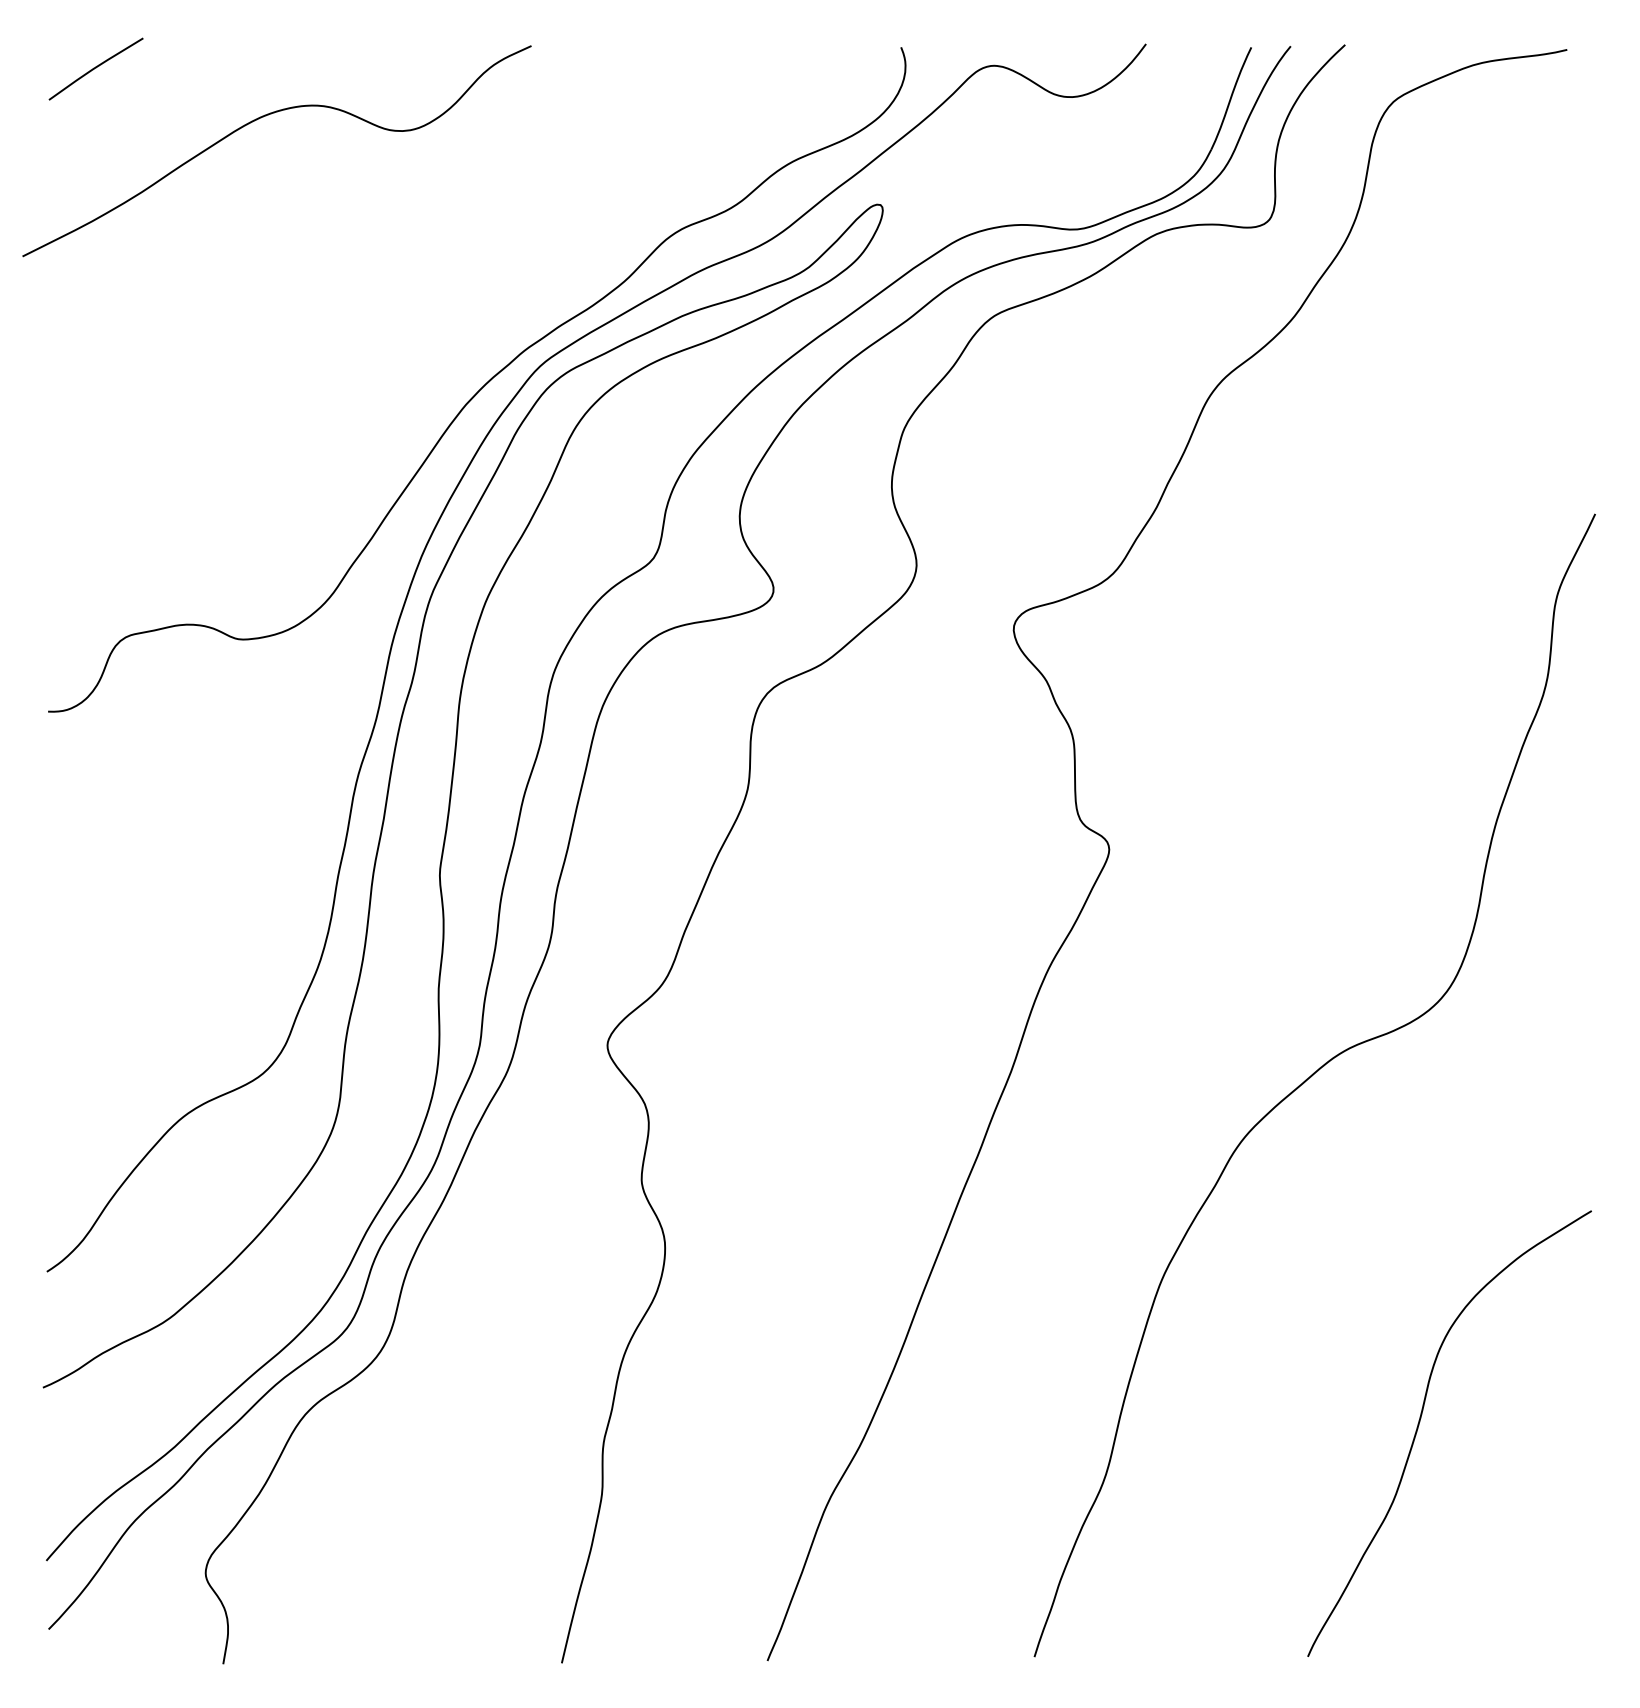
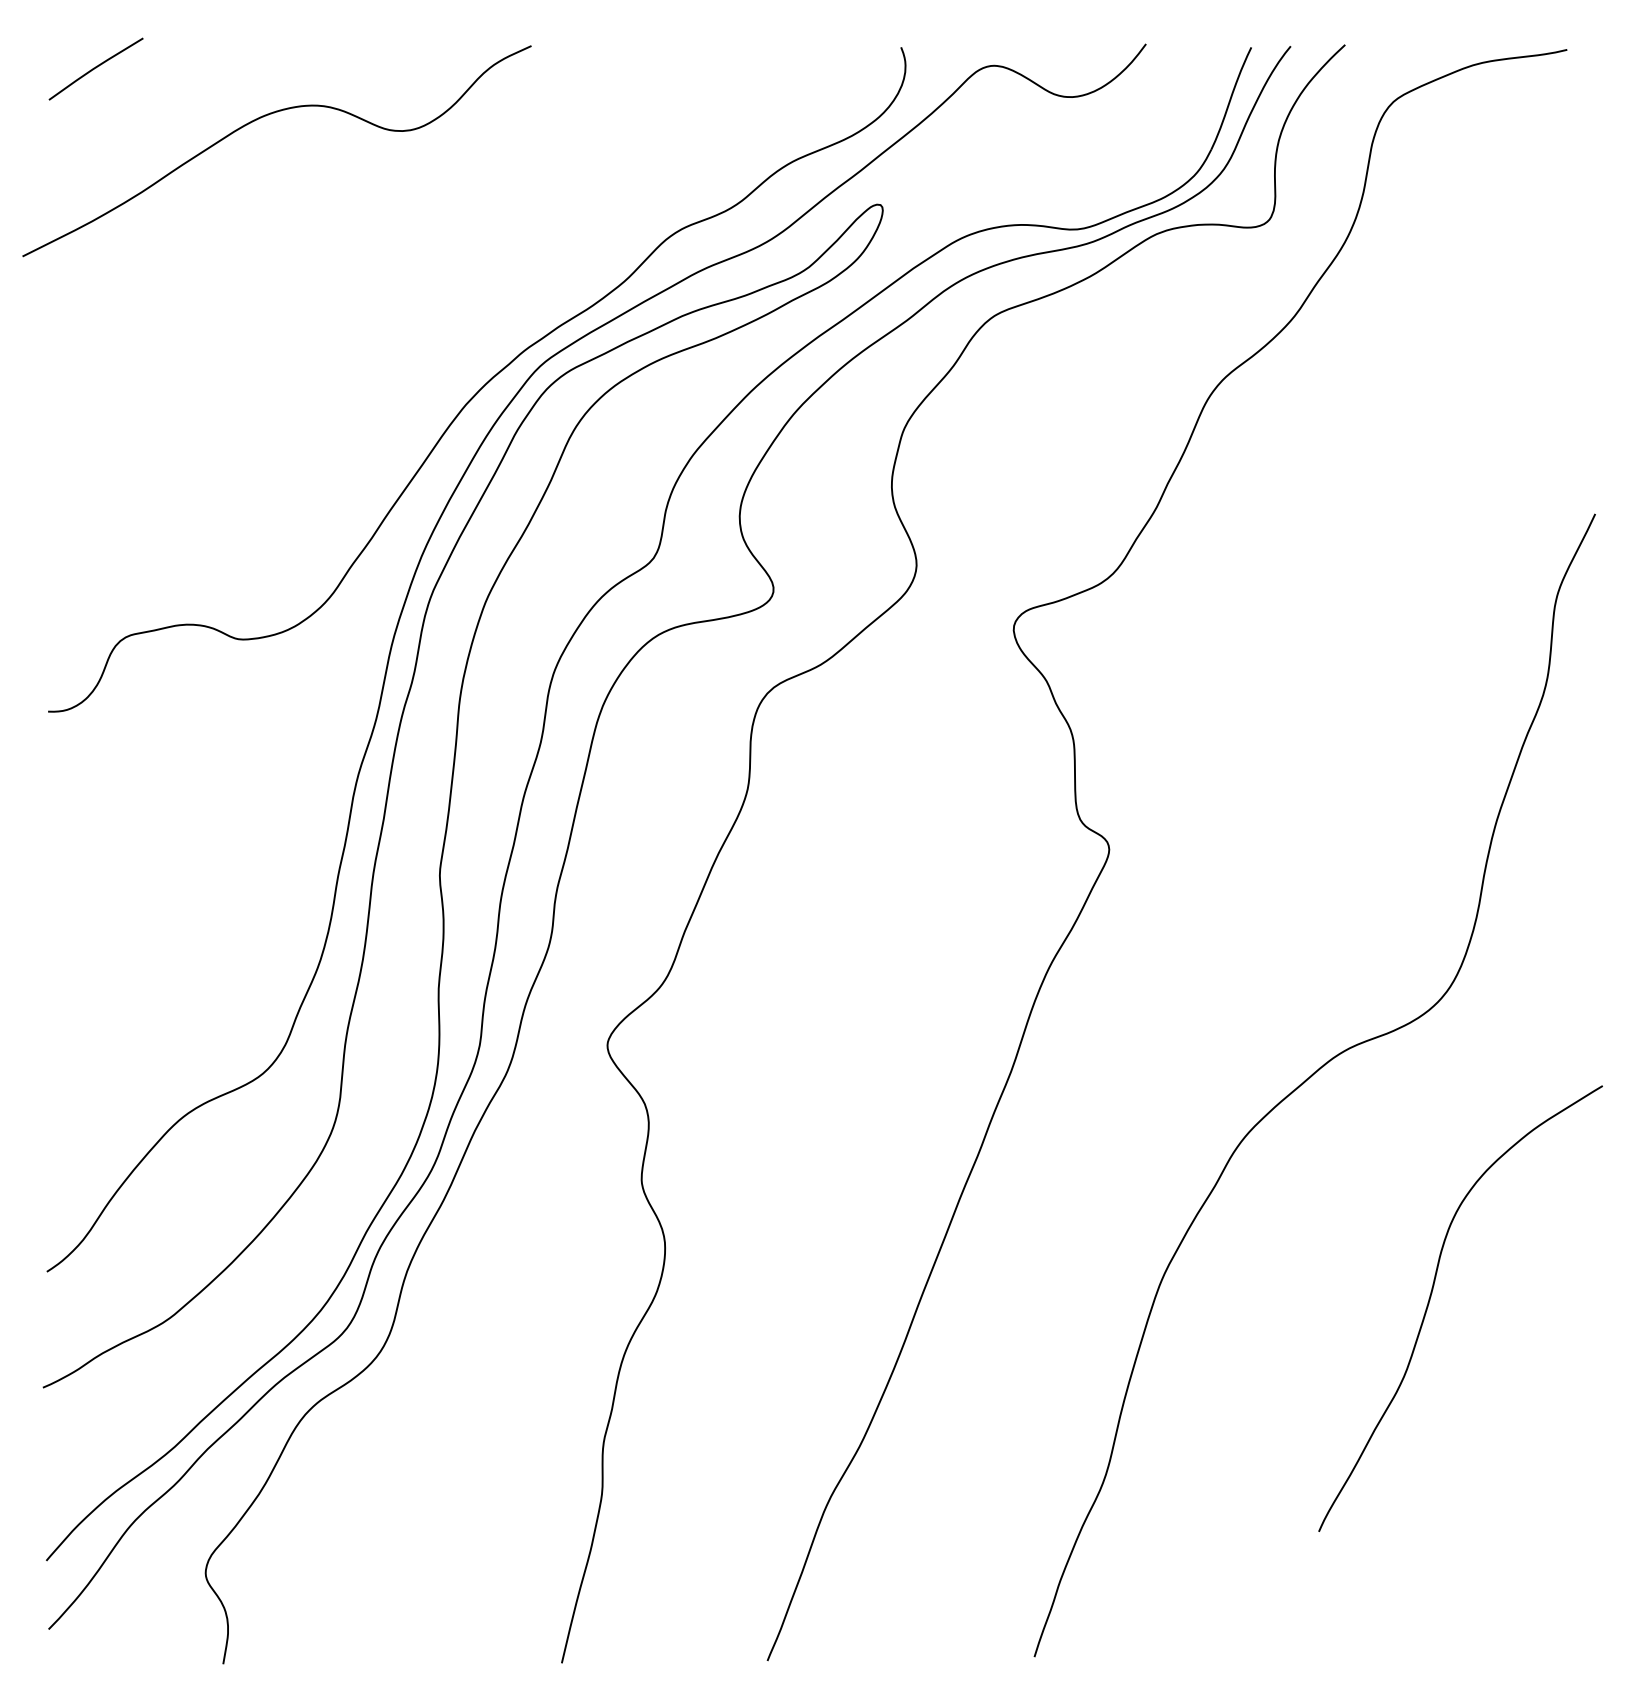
curve at (1420, 1422) position: (1420, 1422) -> (1431, 1297)
